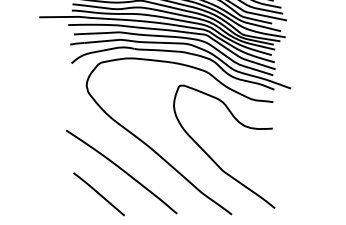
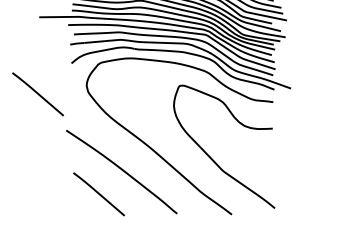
line at (37, 94): none -> present
